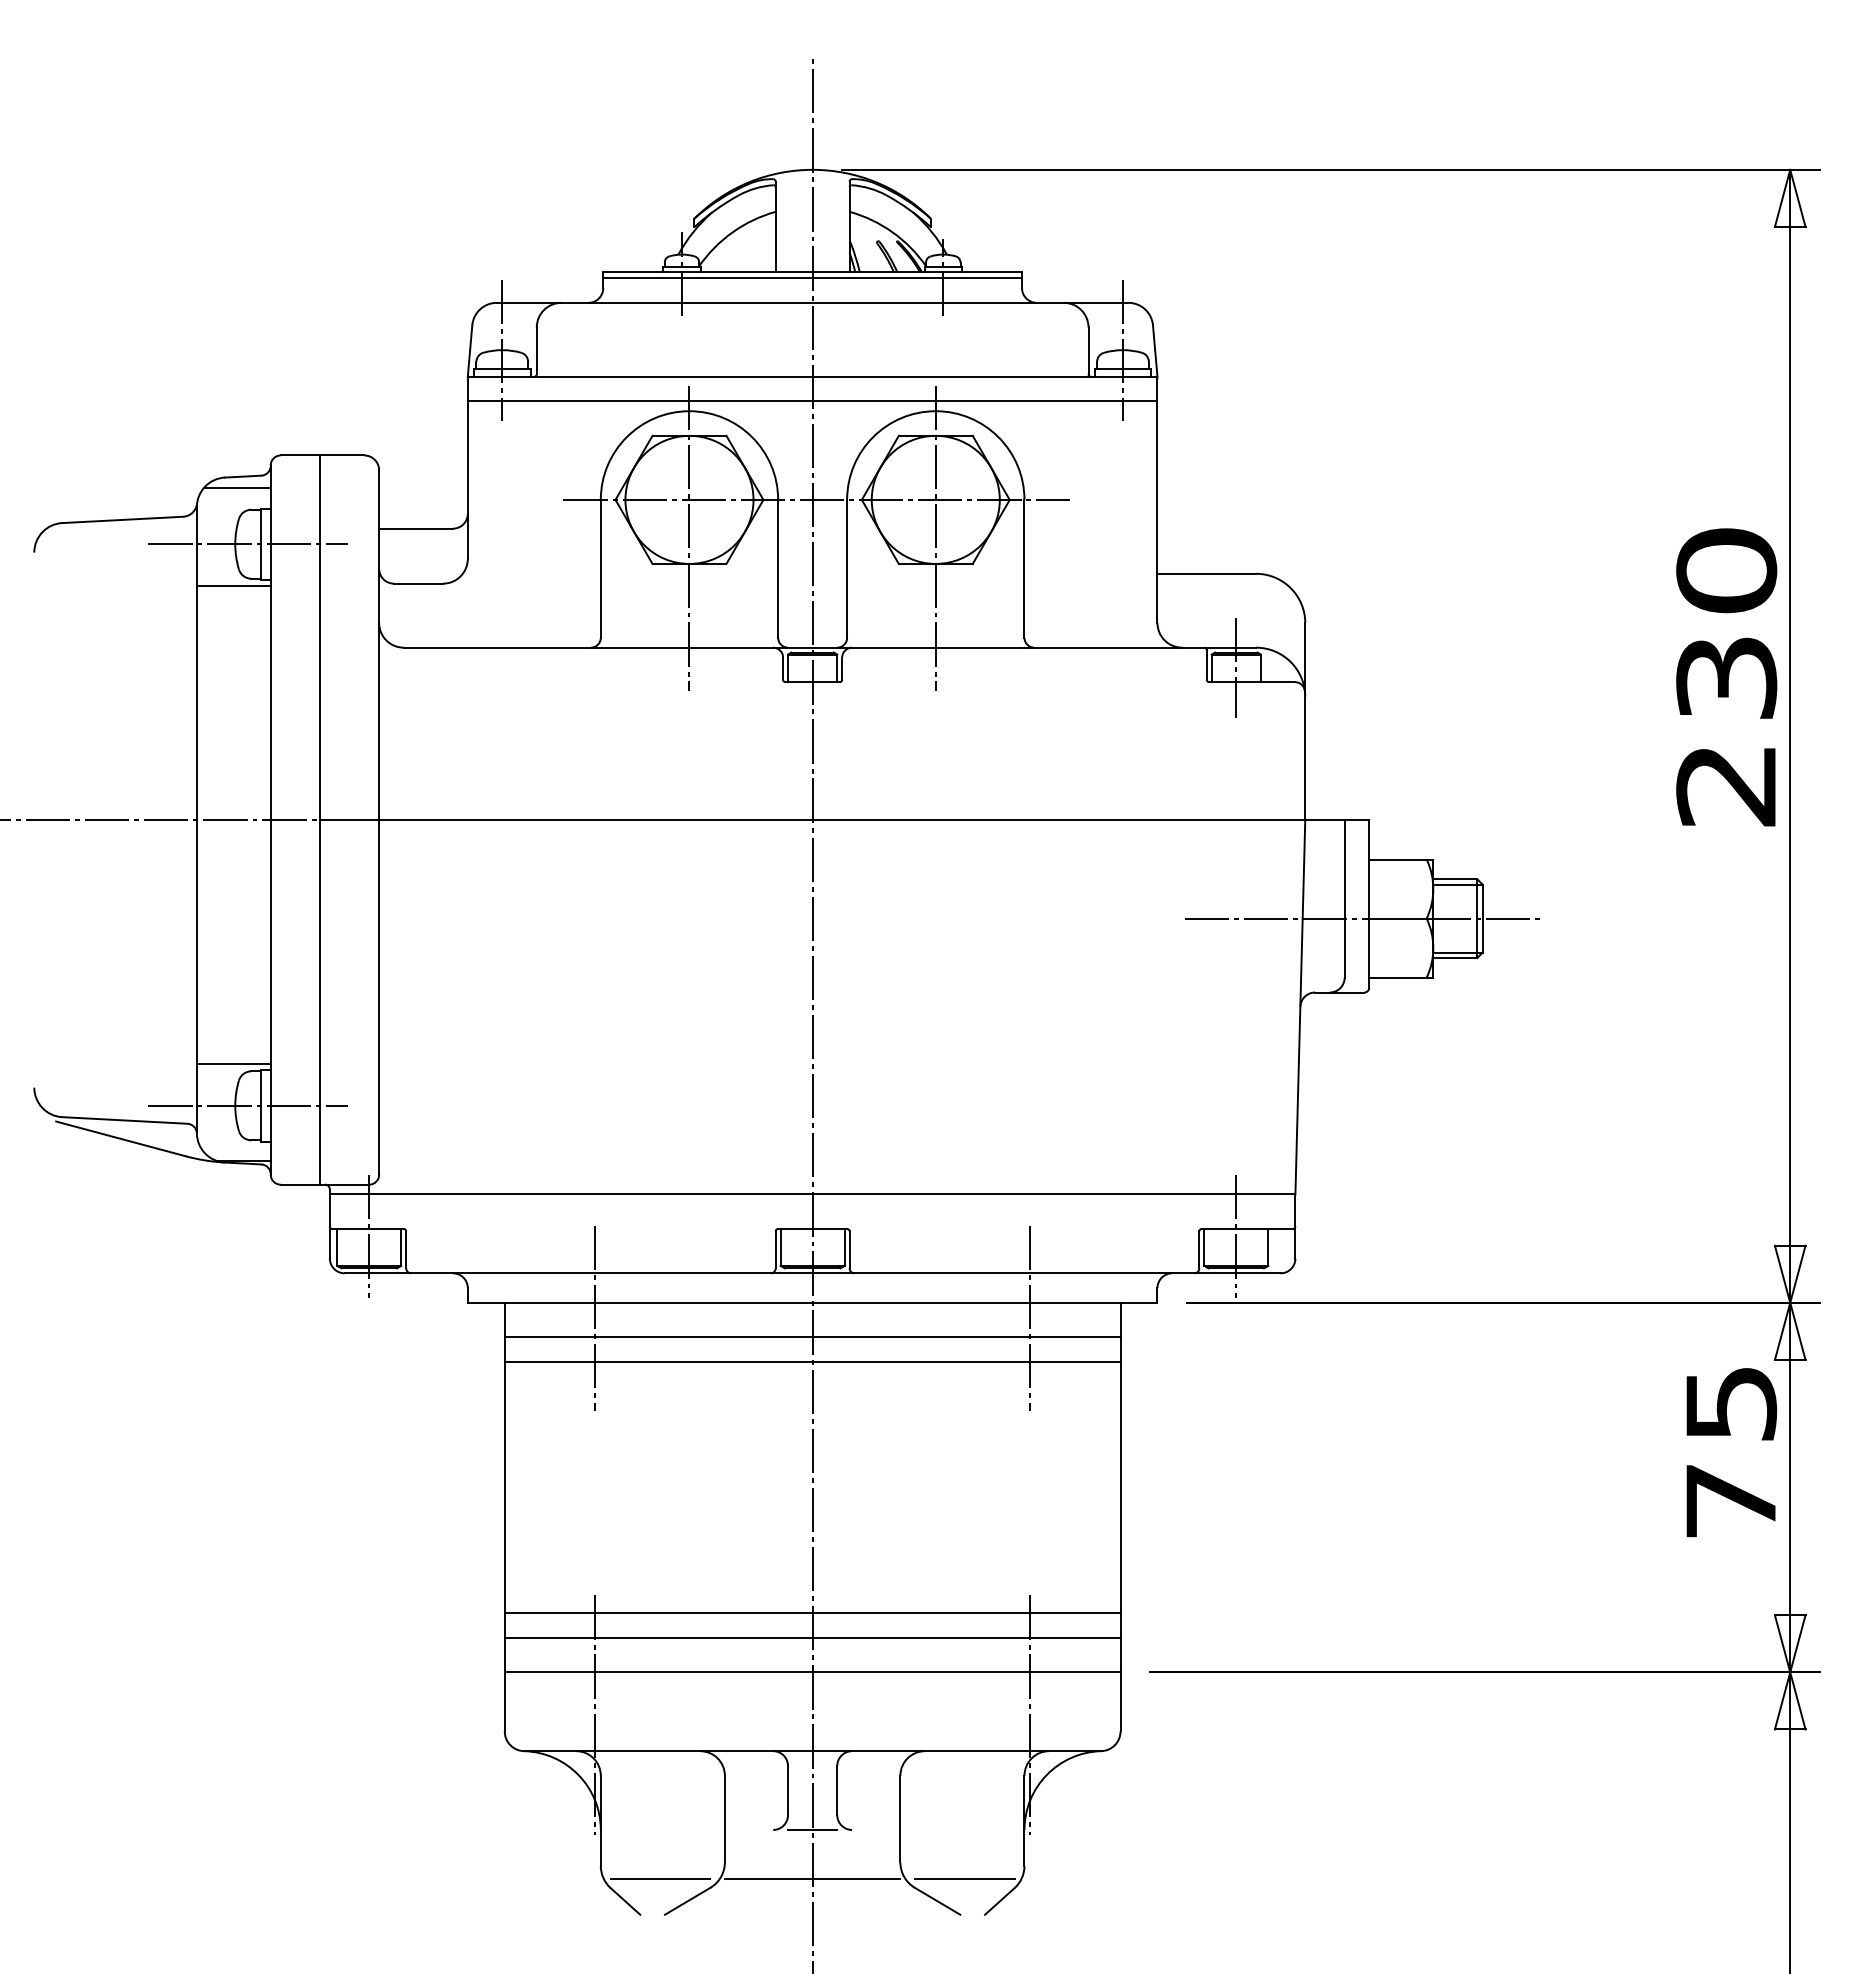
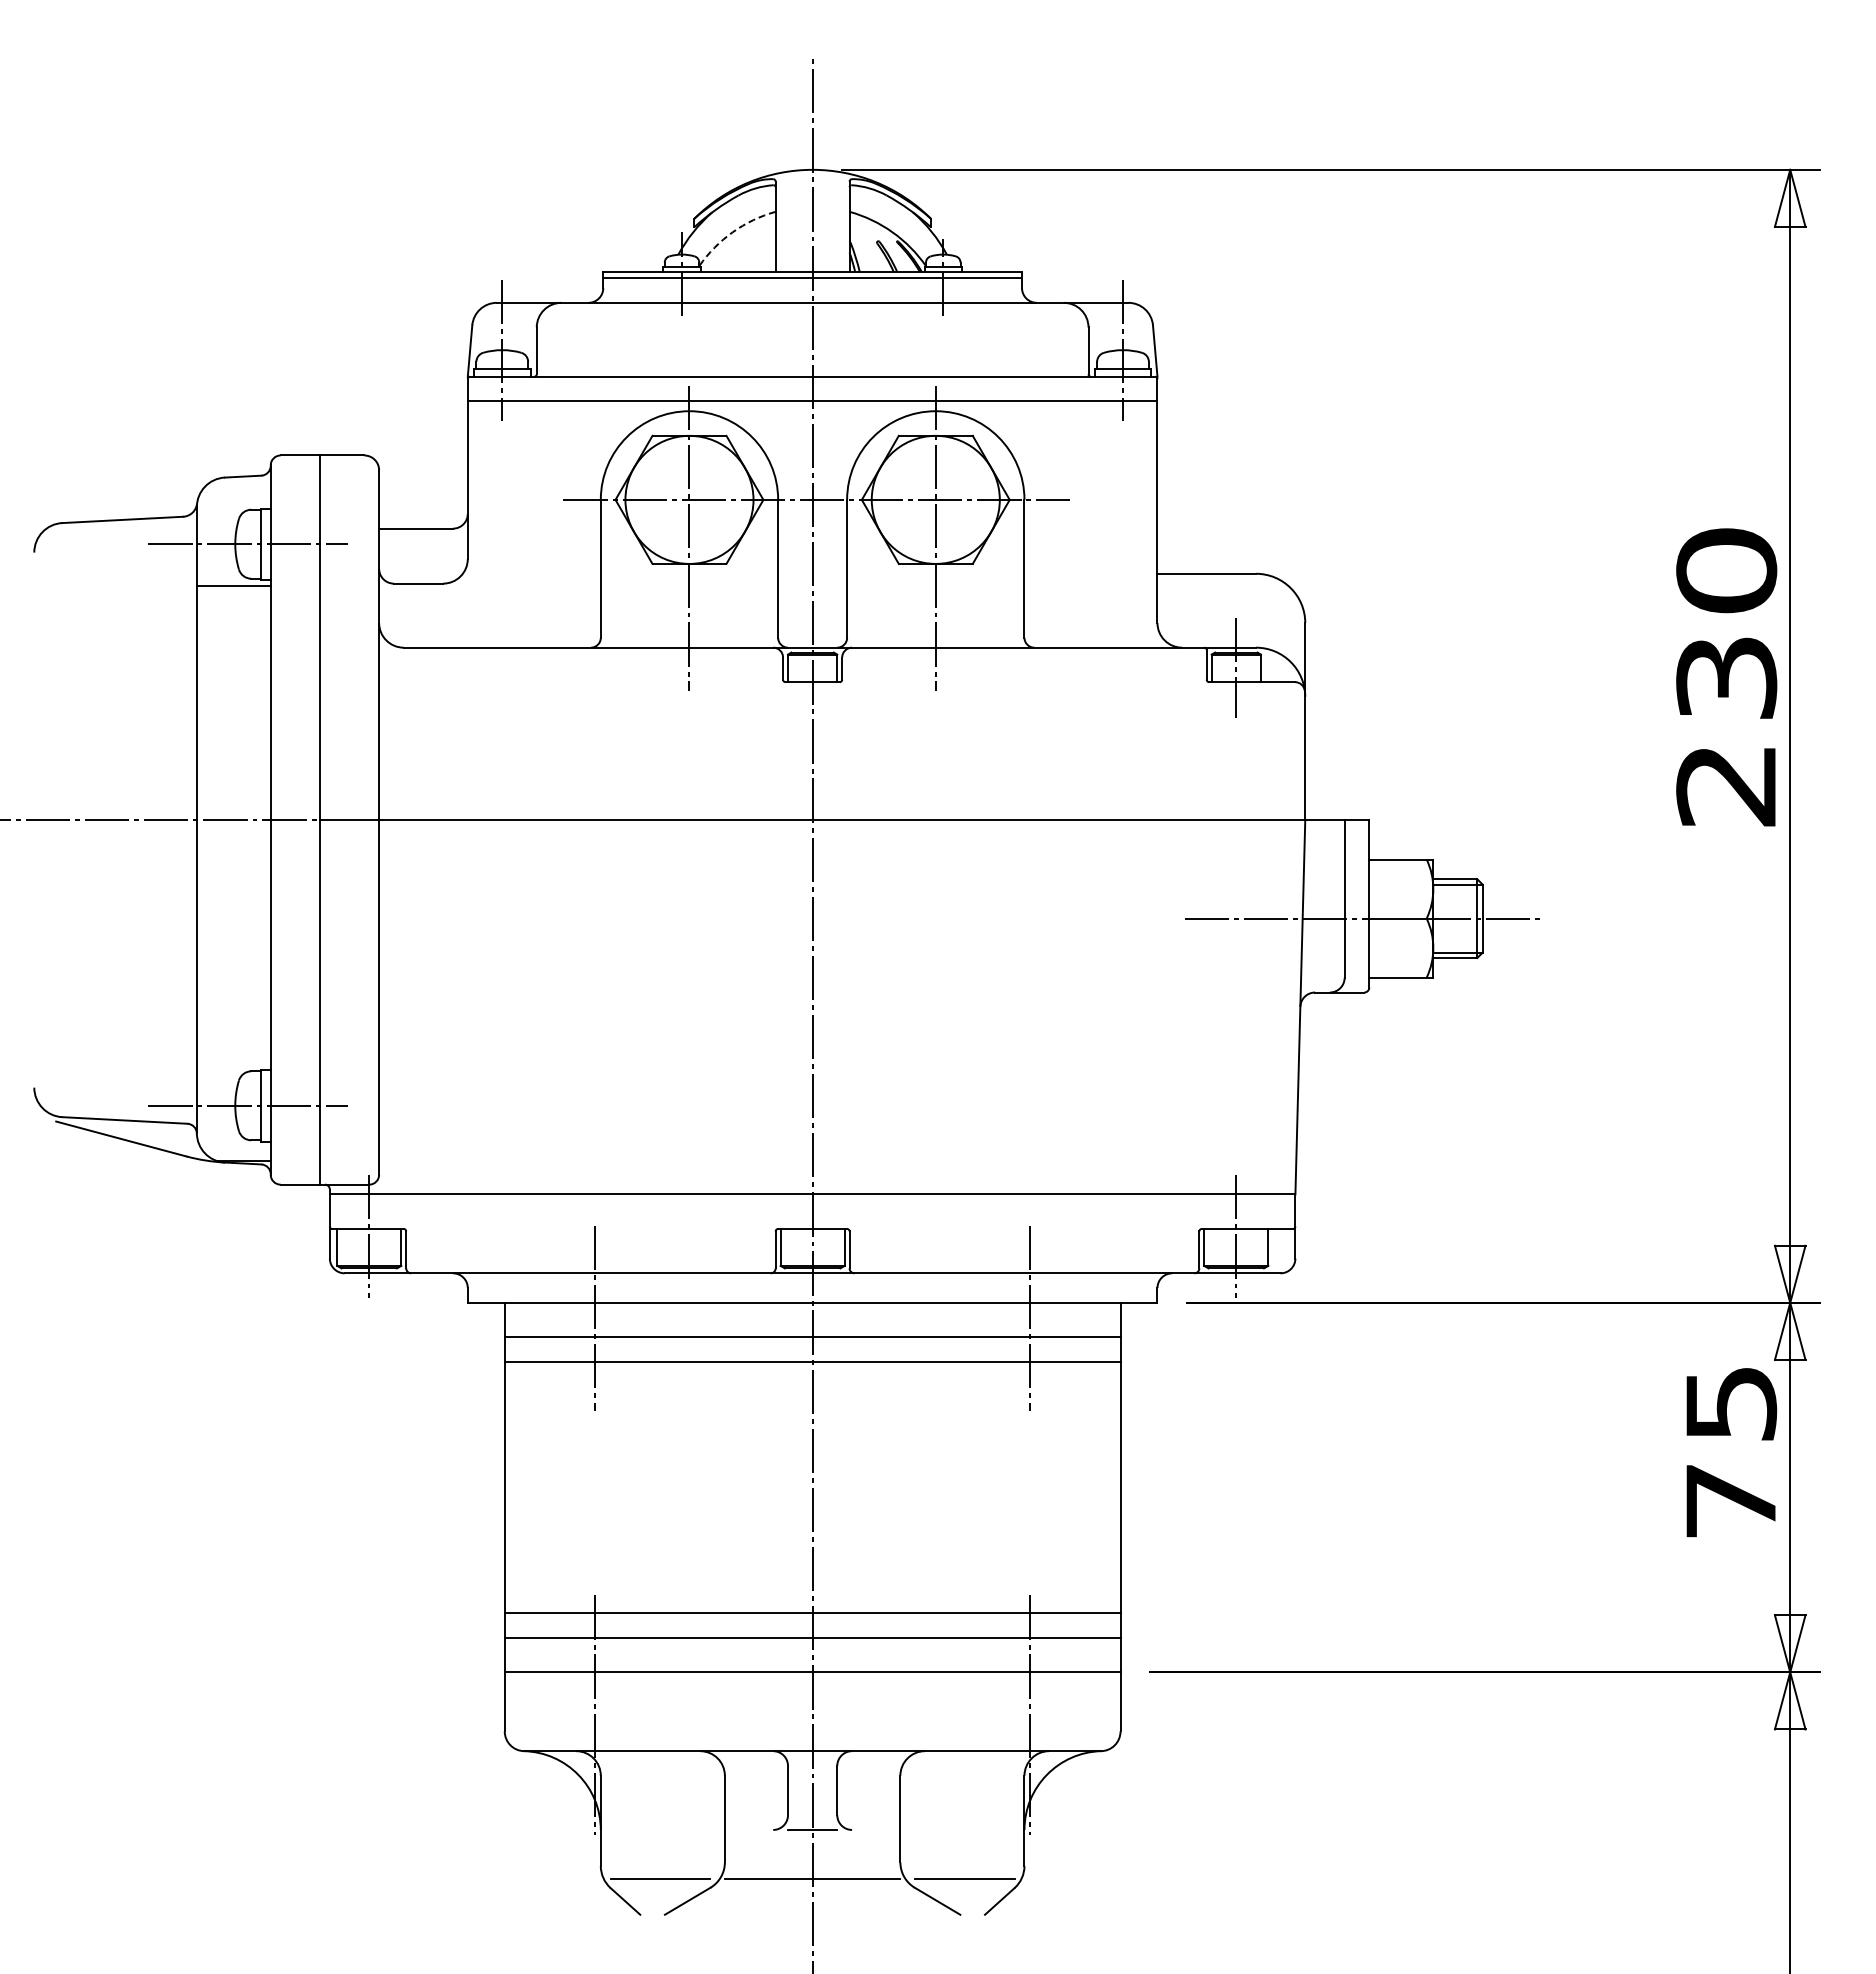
arc at (732, 232): solid -> dashed
line at (236, 488): present -> none
line at (233, 1063): present -> none
